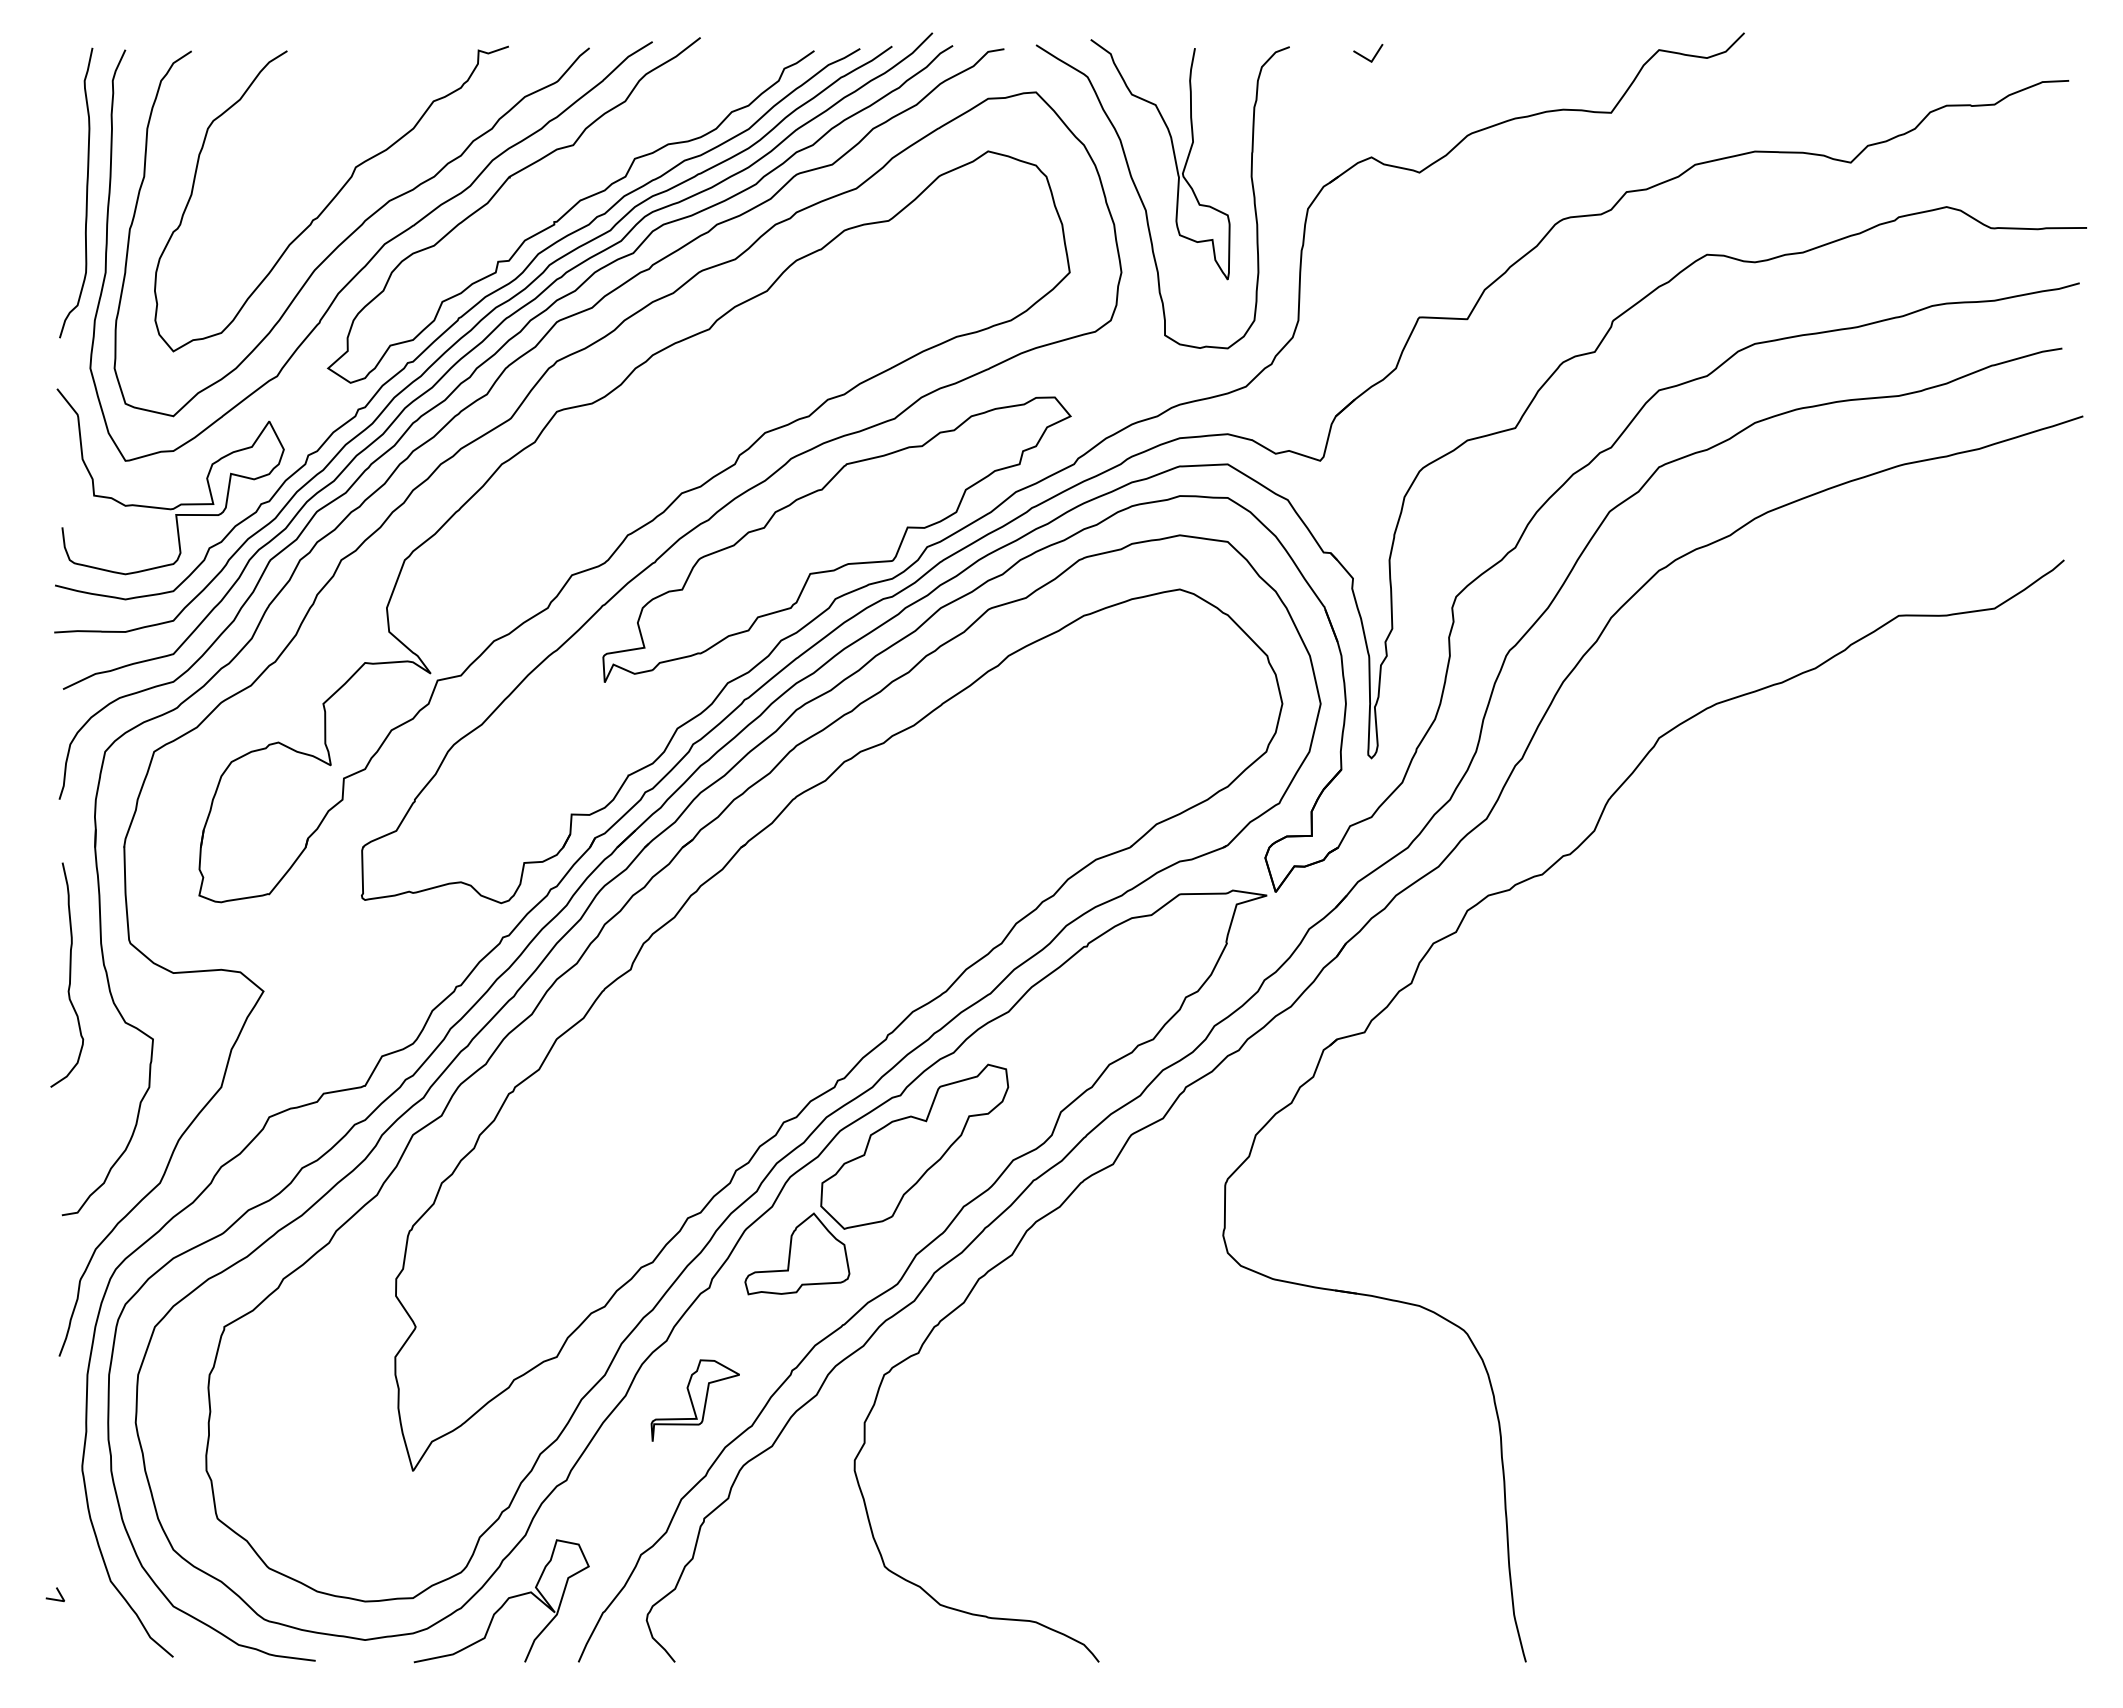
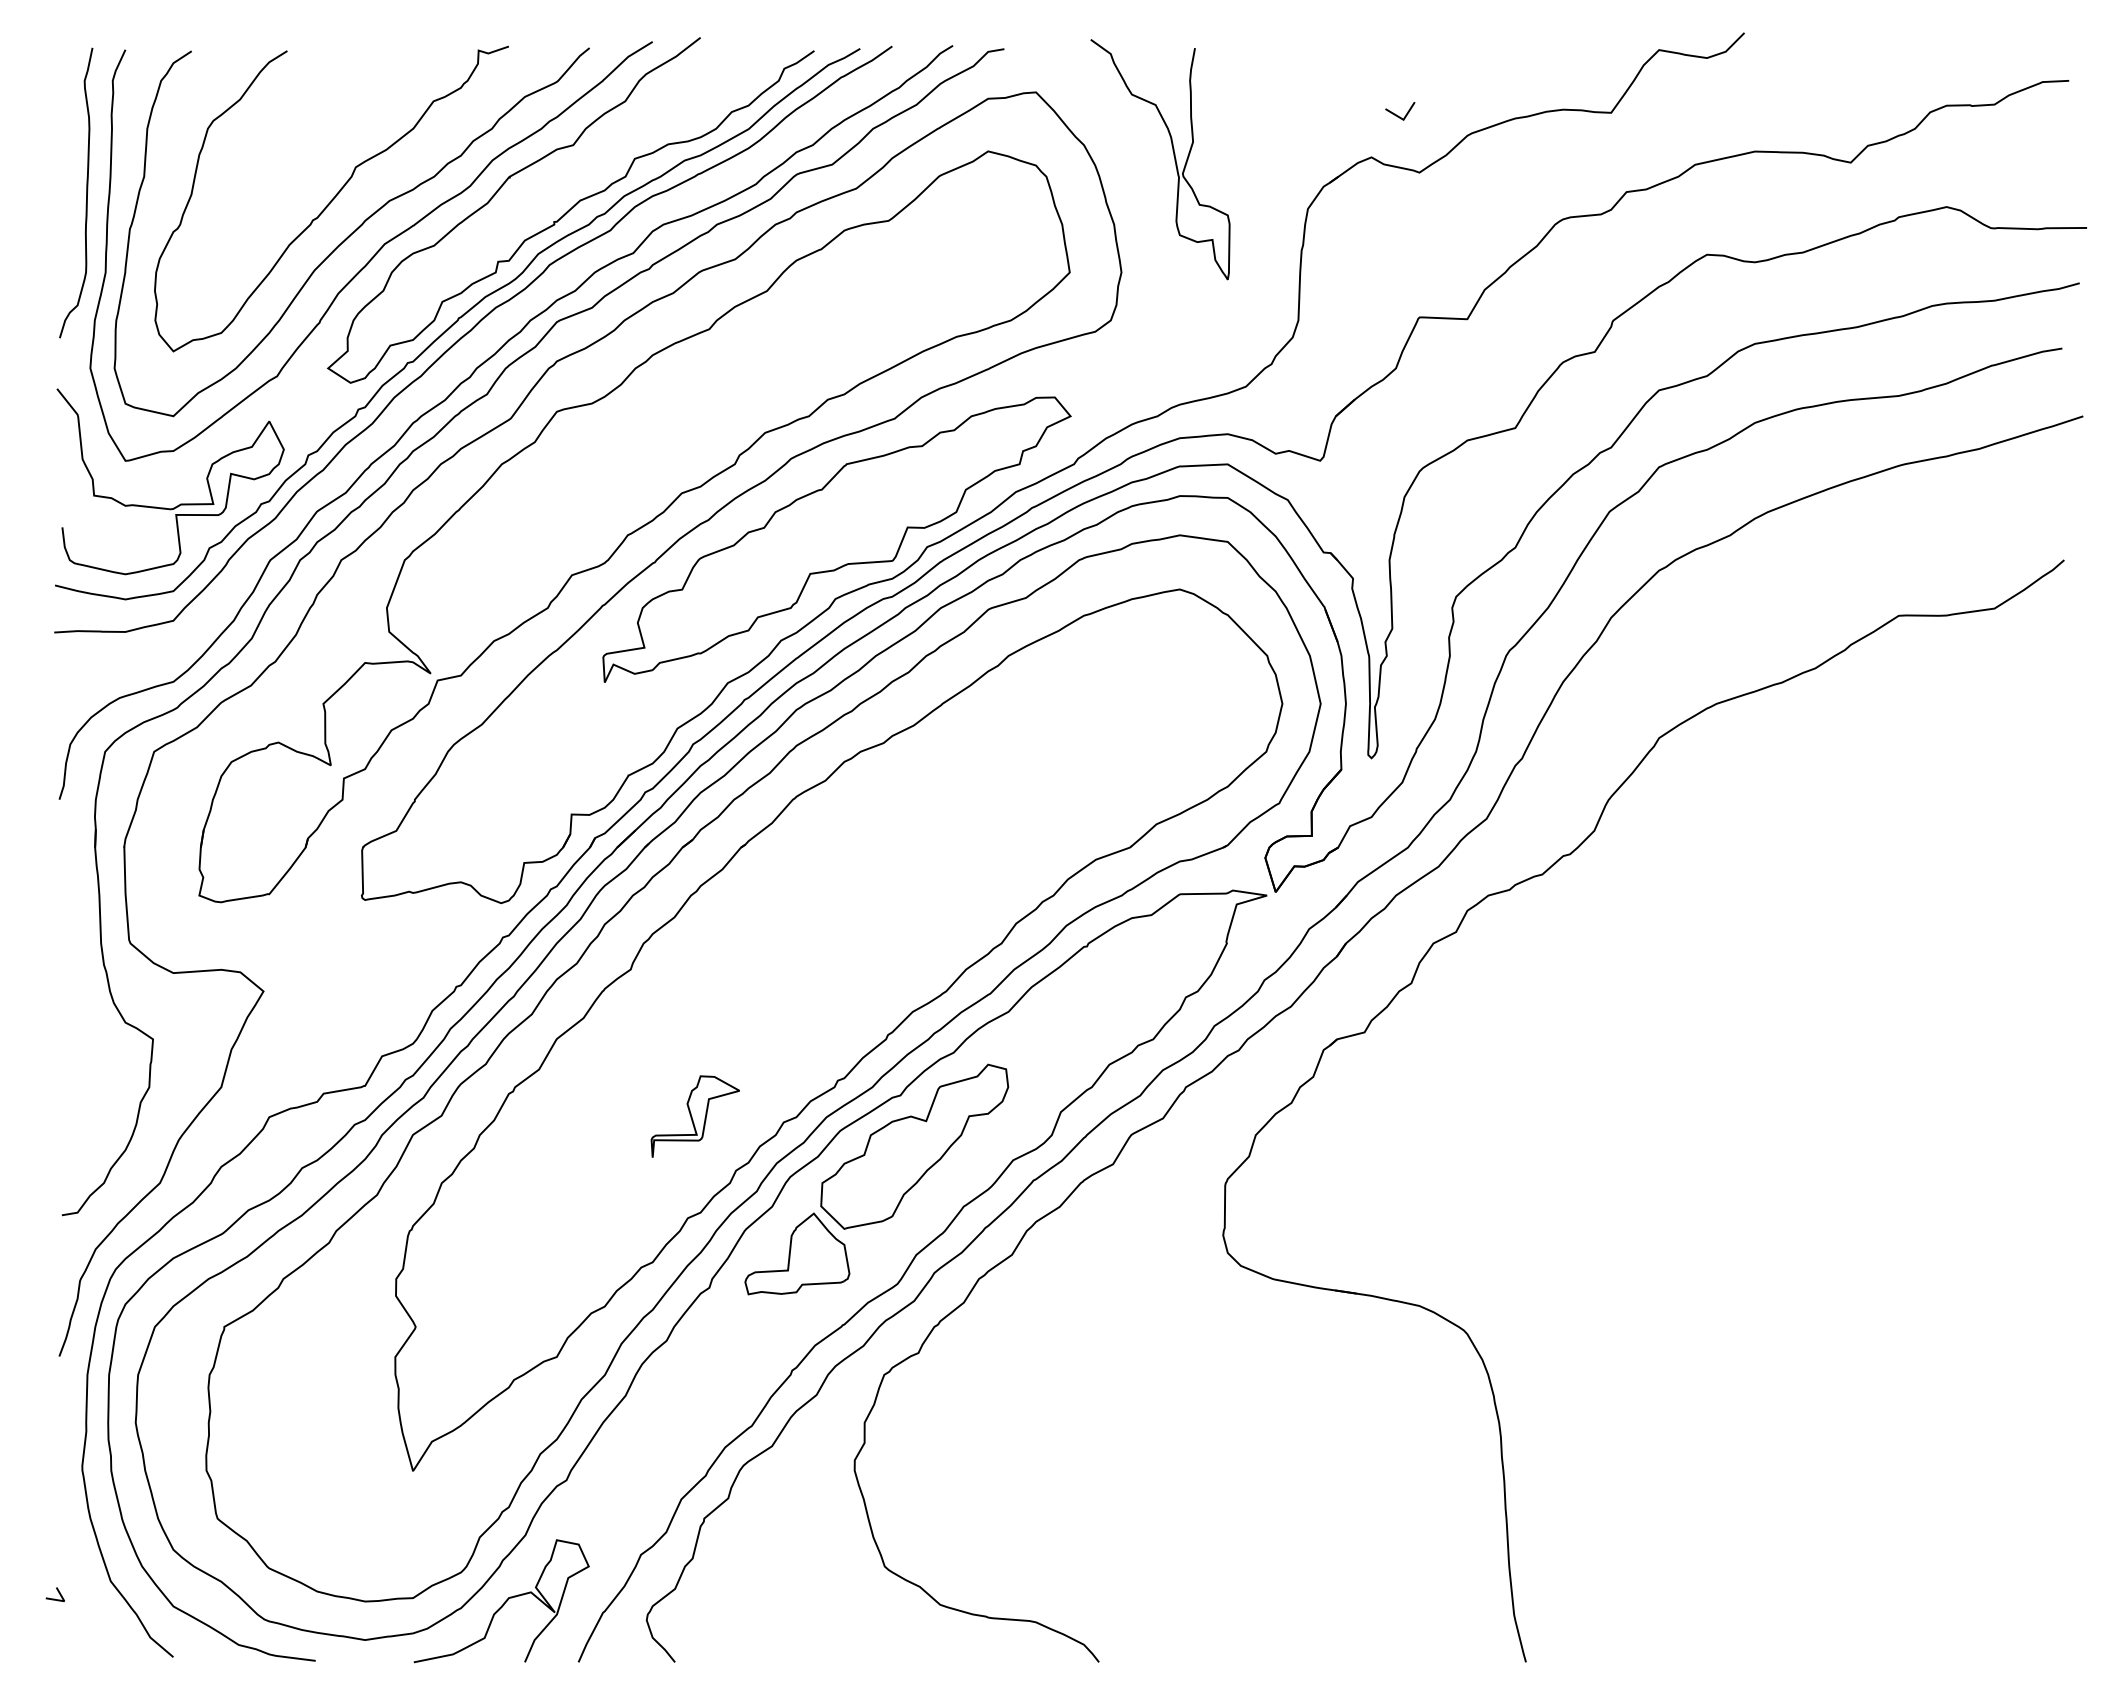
line at (1366, 57) position: (1366, 57) -> (1398, 115)
curve at (1144, 204): present -> none
curve at (484, 341): present -> none
curve at (69, 974): present -> none
part at (694, 1400) position: (694, 1400) -> (694, 1116)
